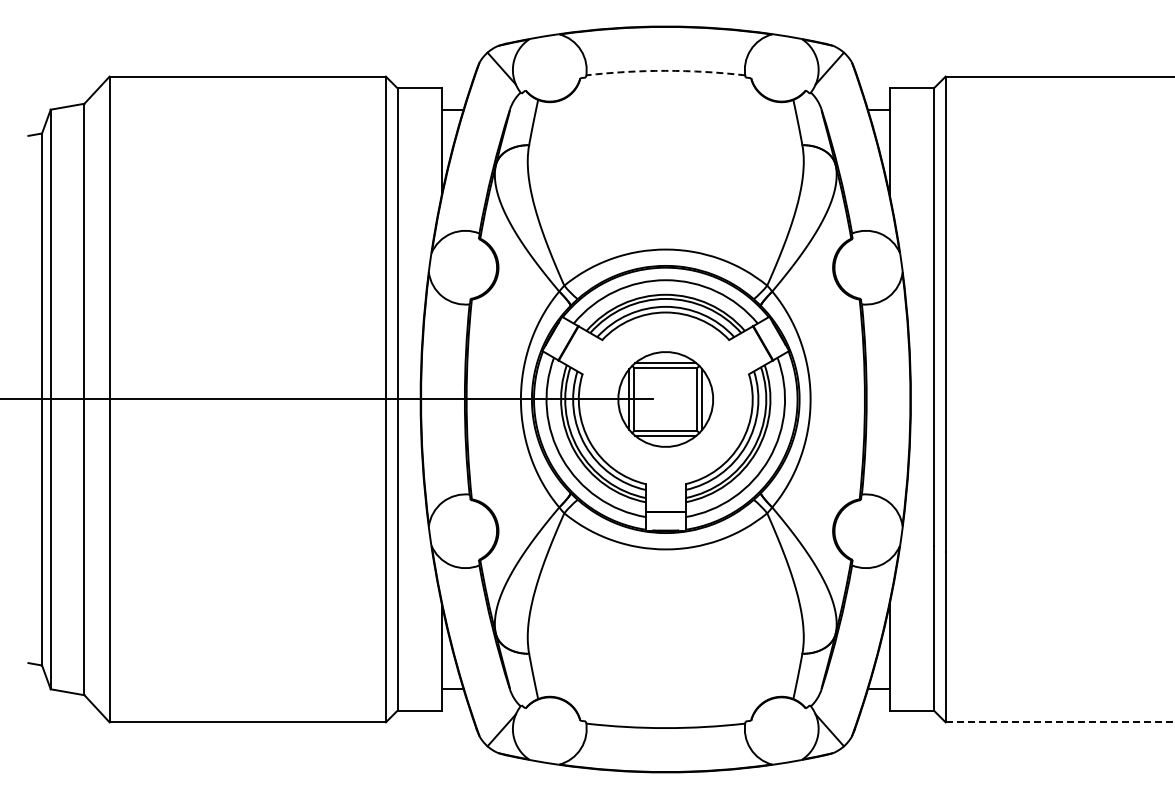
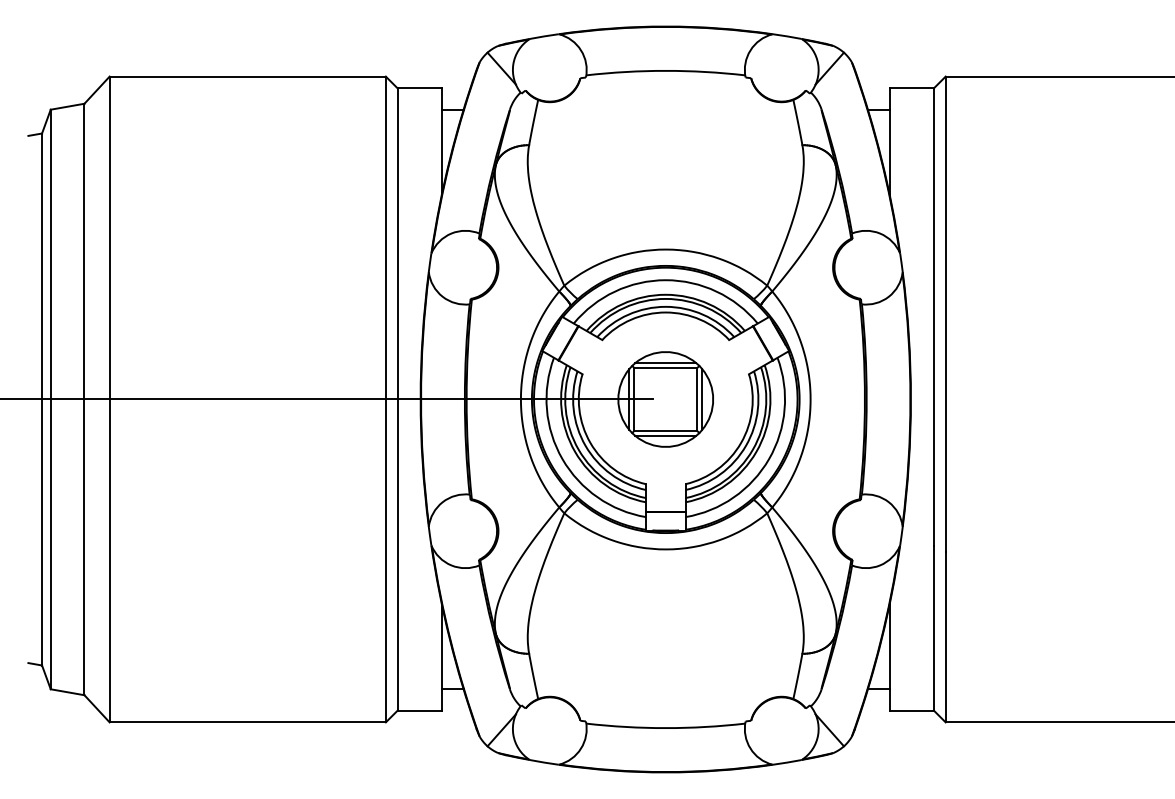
arc at (665, 70): dashed -> solid
line at (1060, 722): dashed -> solid
